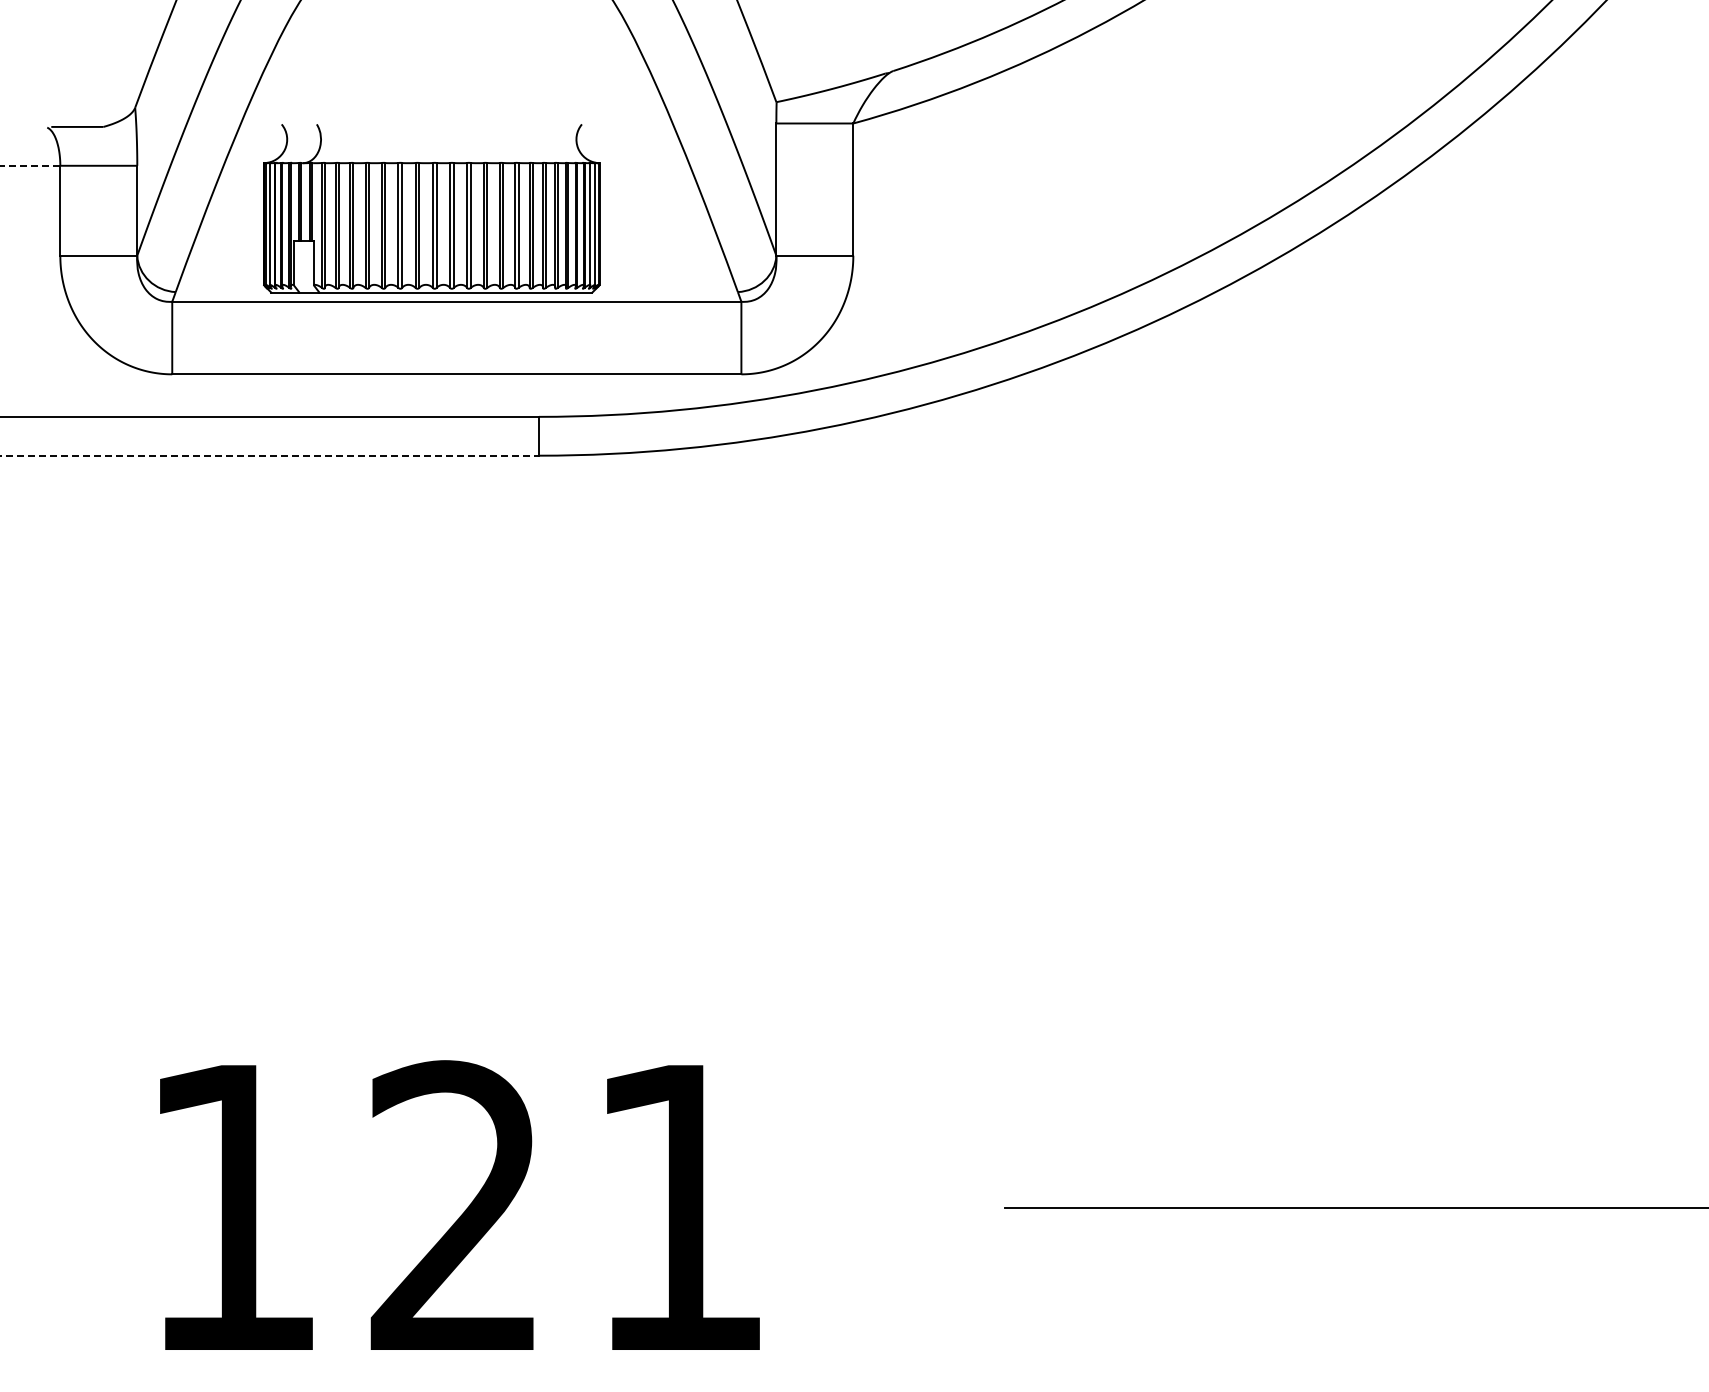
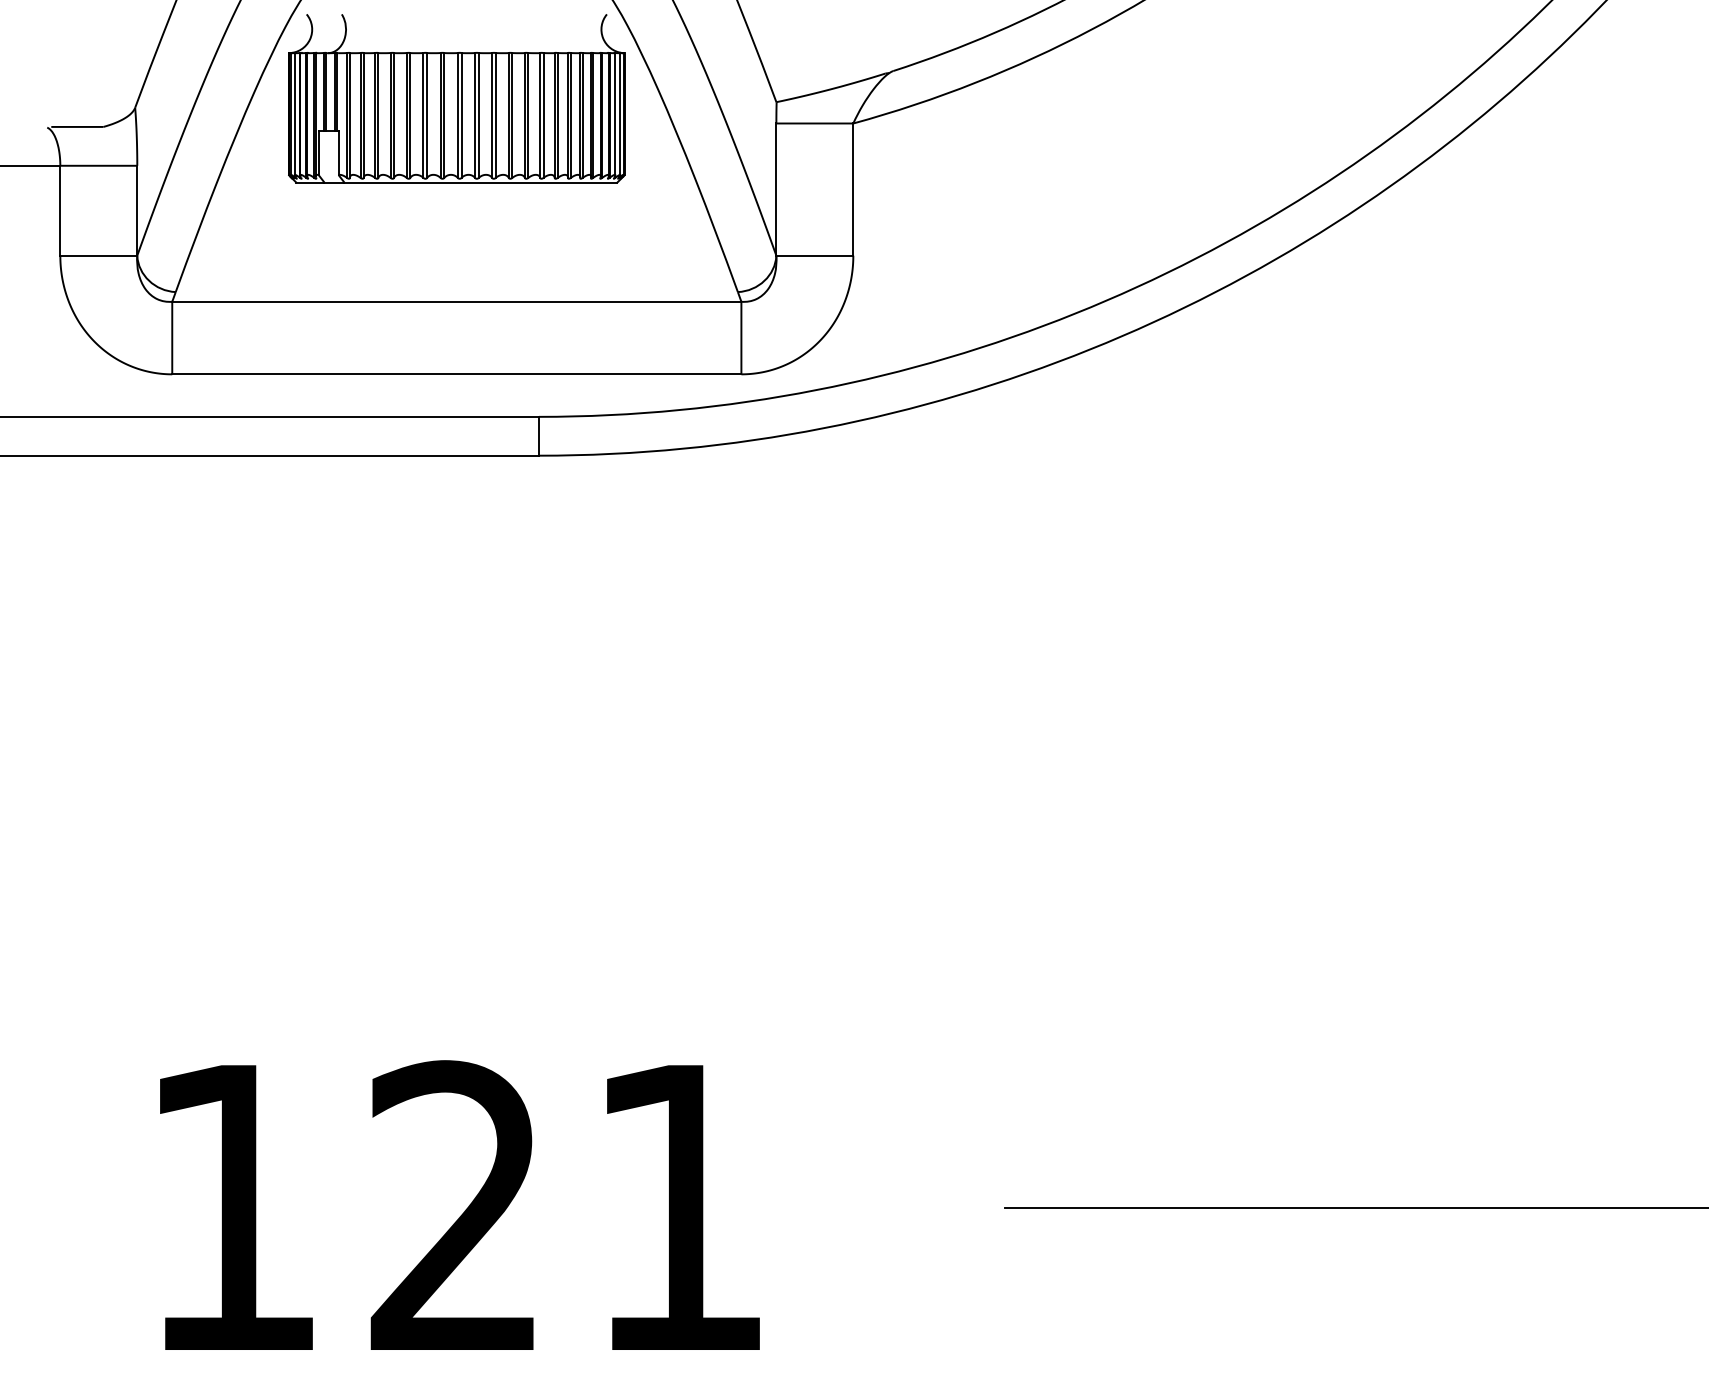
line at (30, 165): dashed -> solid
part at (431, 208) position: (431, 208) -> (456, 98)
line at (270, 455): dashed -> solid
